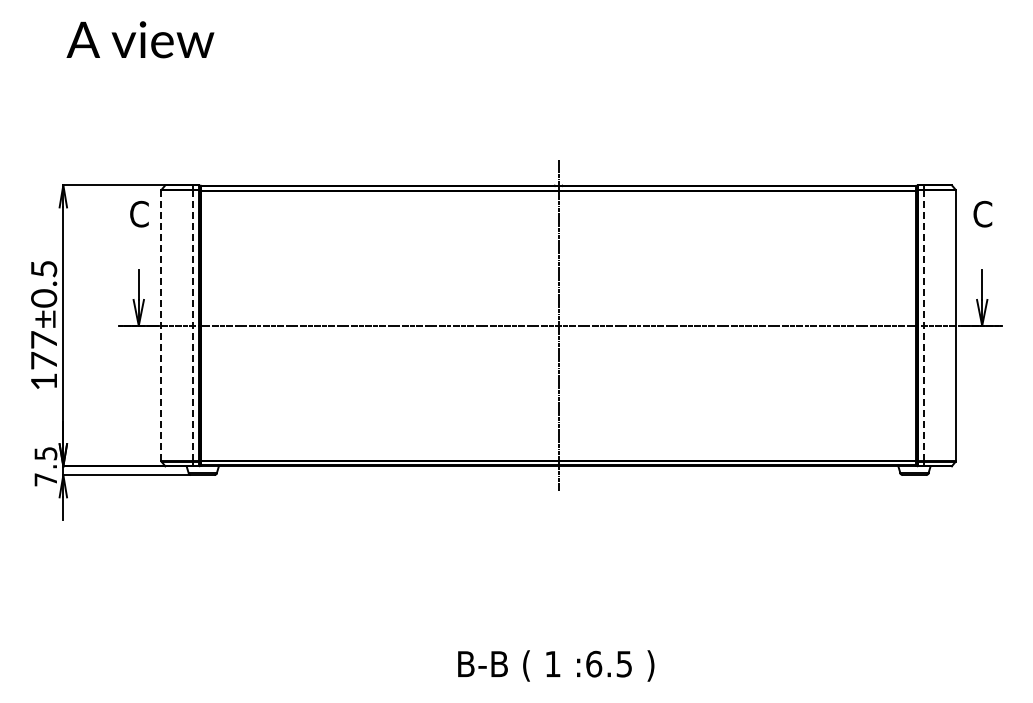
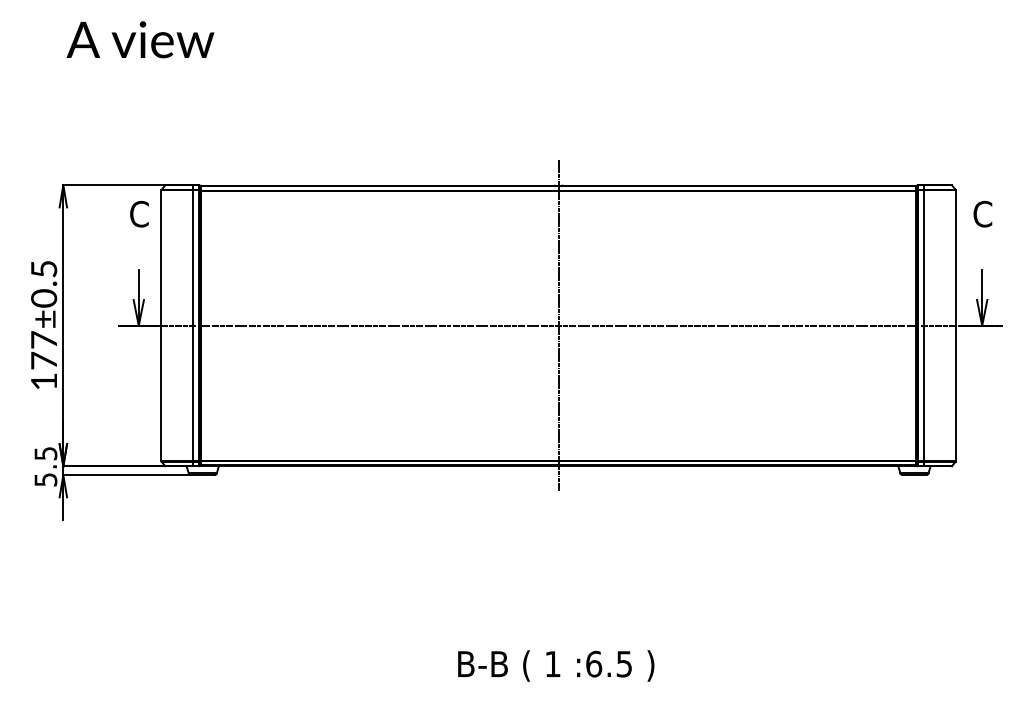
line at (161, 325): dashed -> solid
line at (193, 325): dashed -> solid
line at (924, 325): dashed -> solid
text at (45, 479): 7.5 -> 5.5
